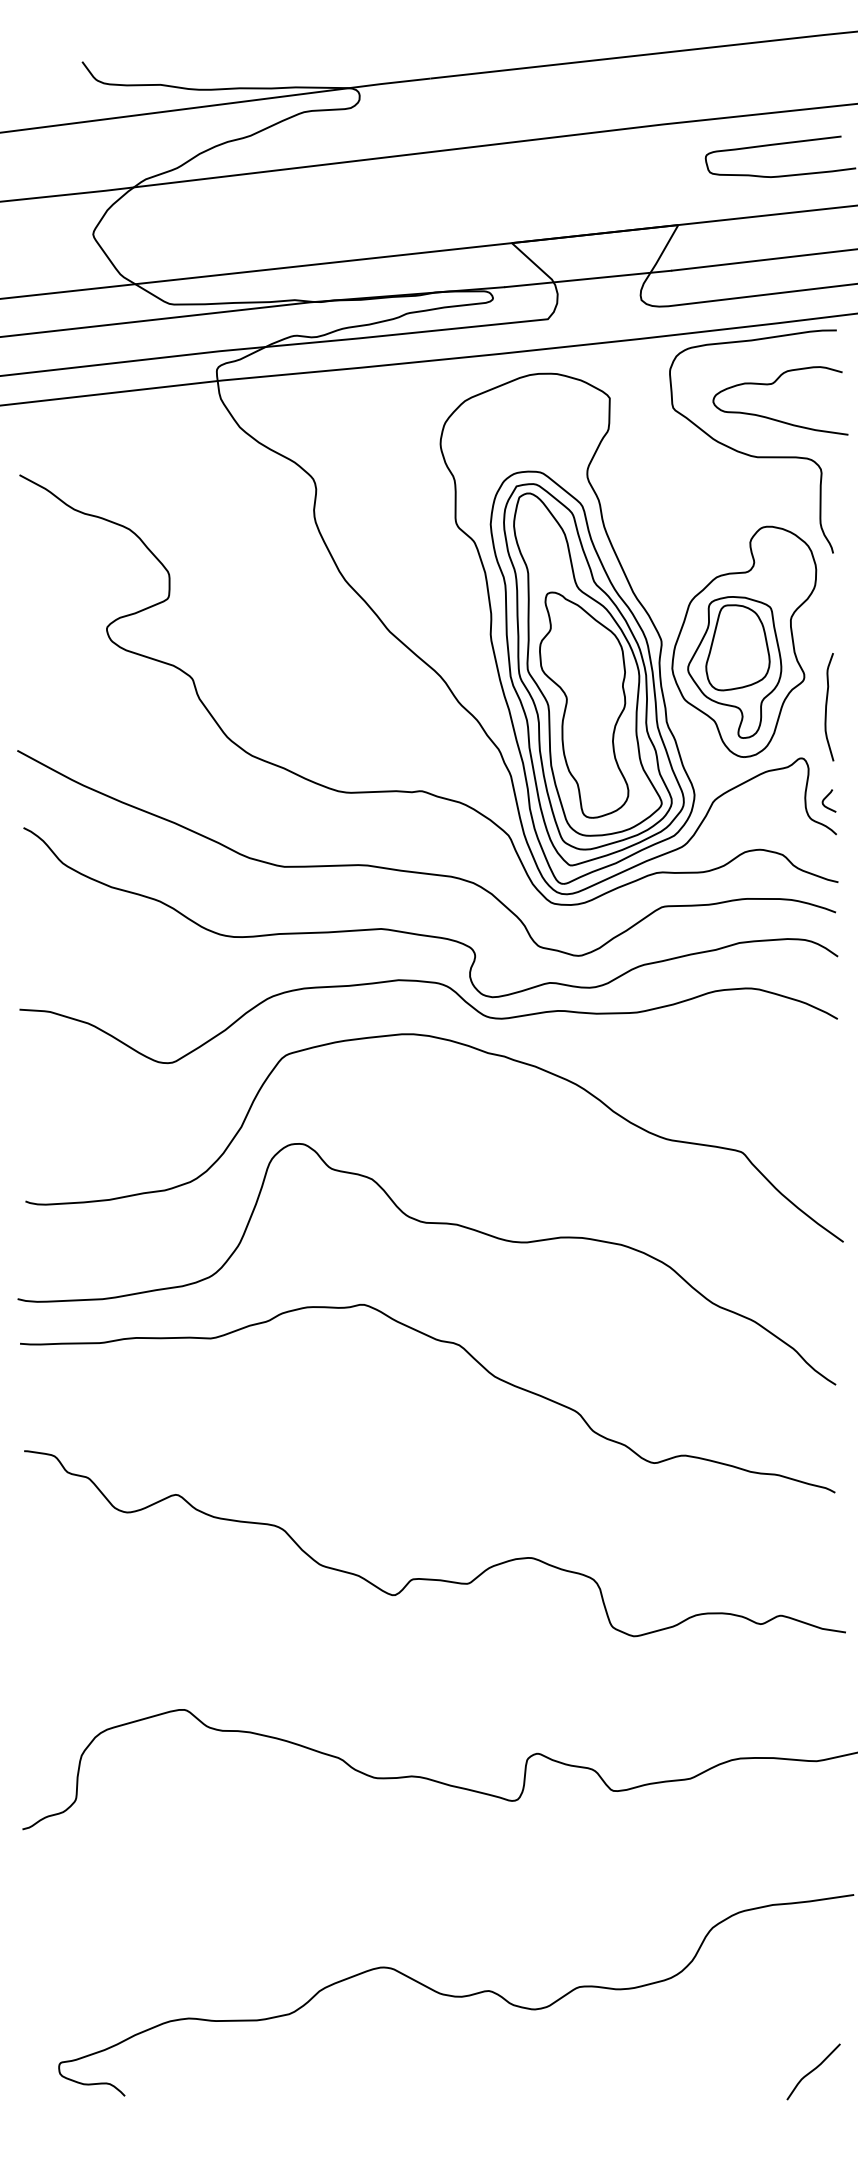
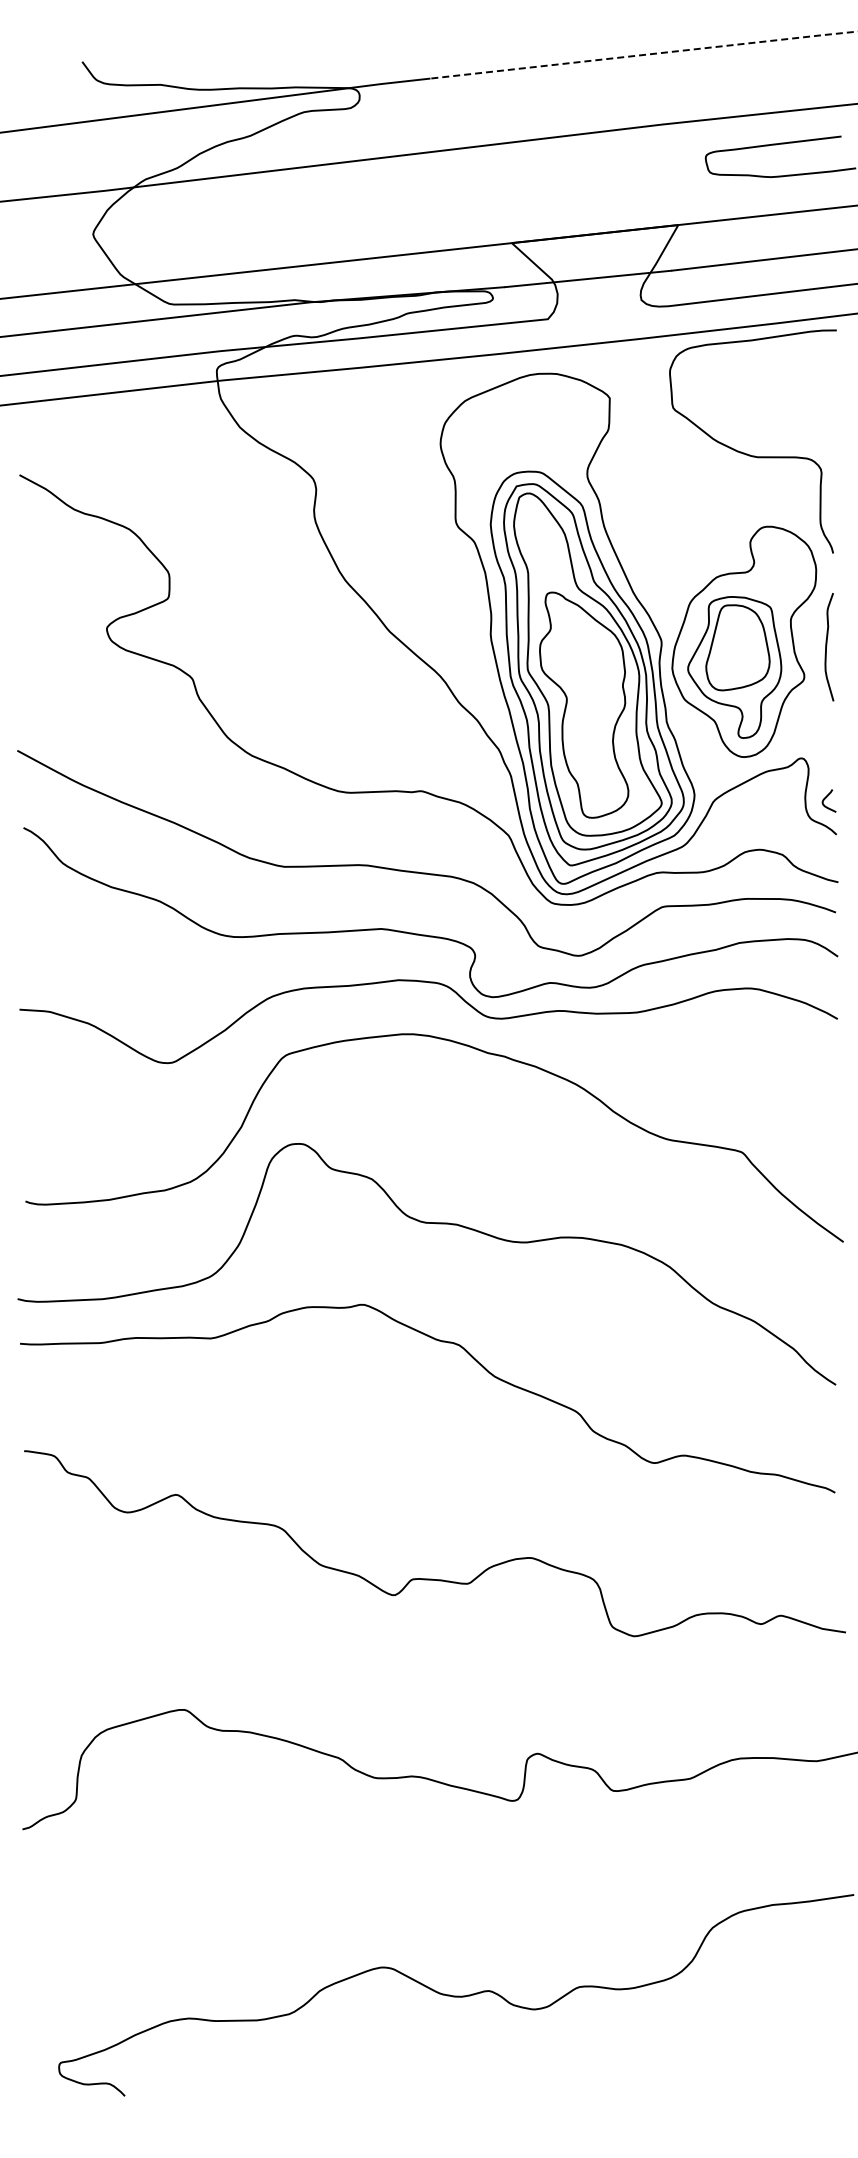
line at (643, 54): solid -> dashed
curve at (772, 384): present -> none
curve at (827, 705) position: (827, 705) -> (827, 645)
curve at (813, 2071): present -> none
